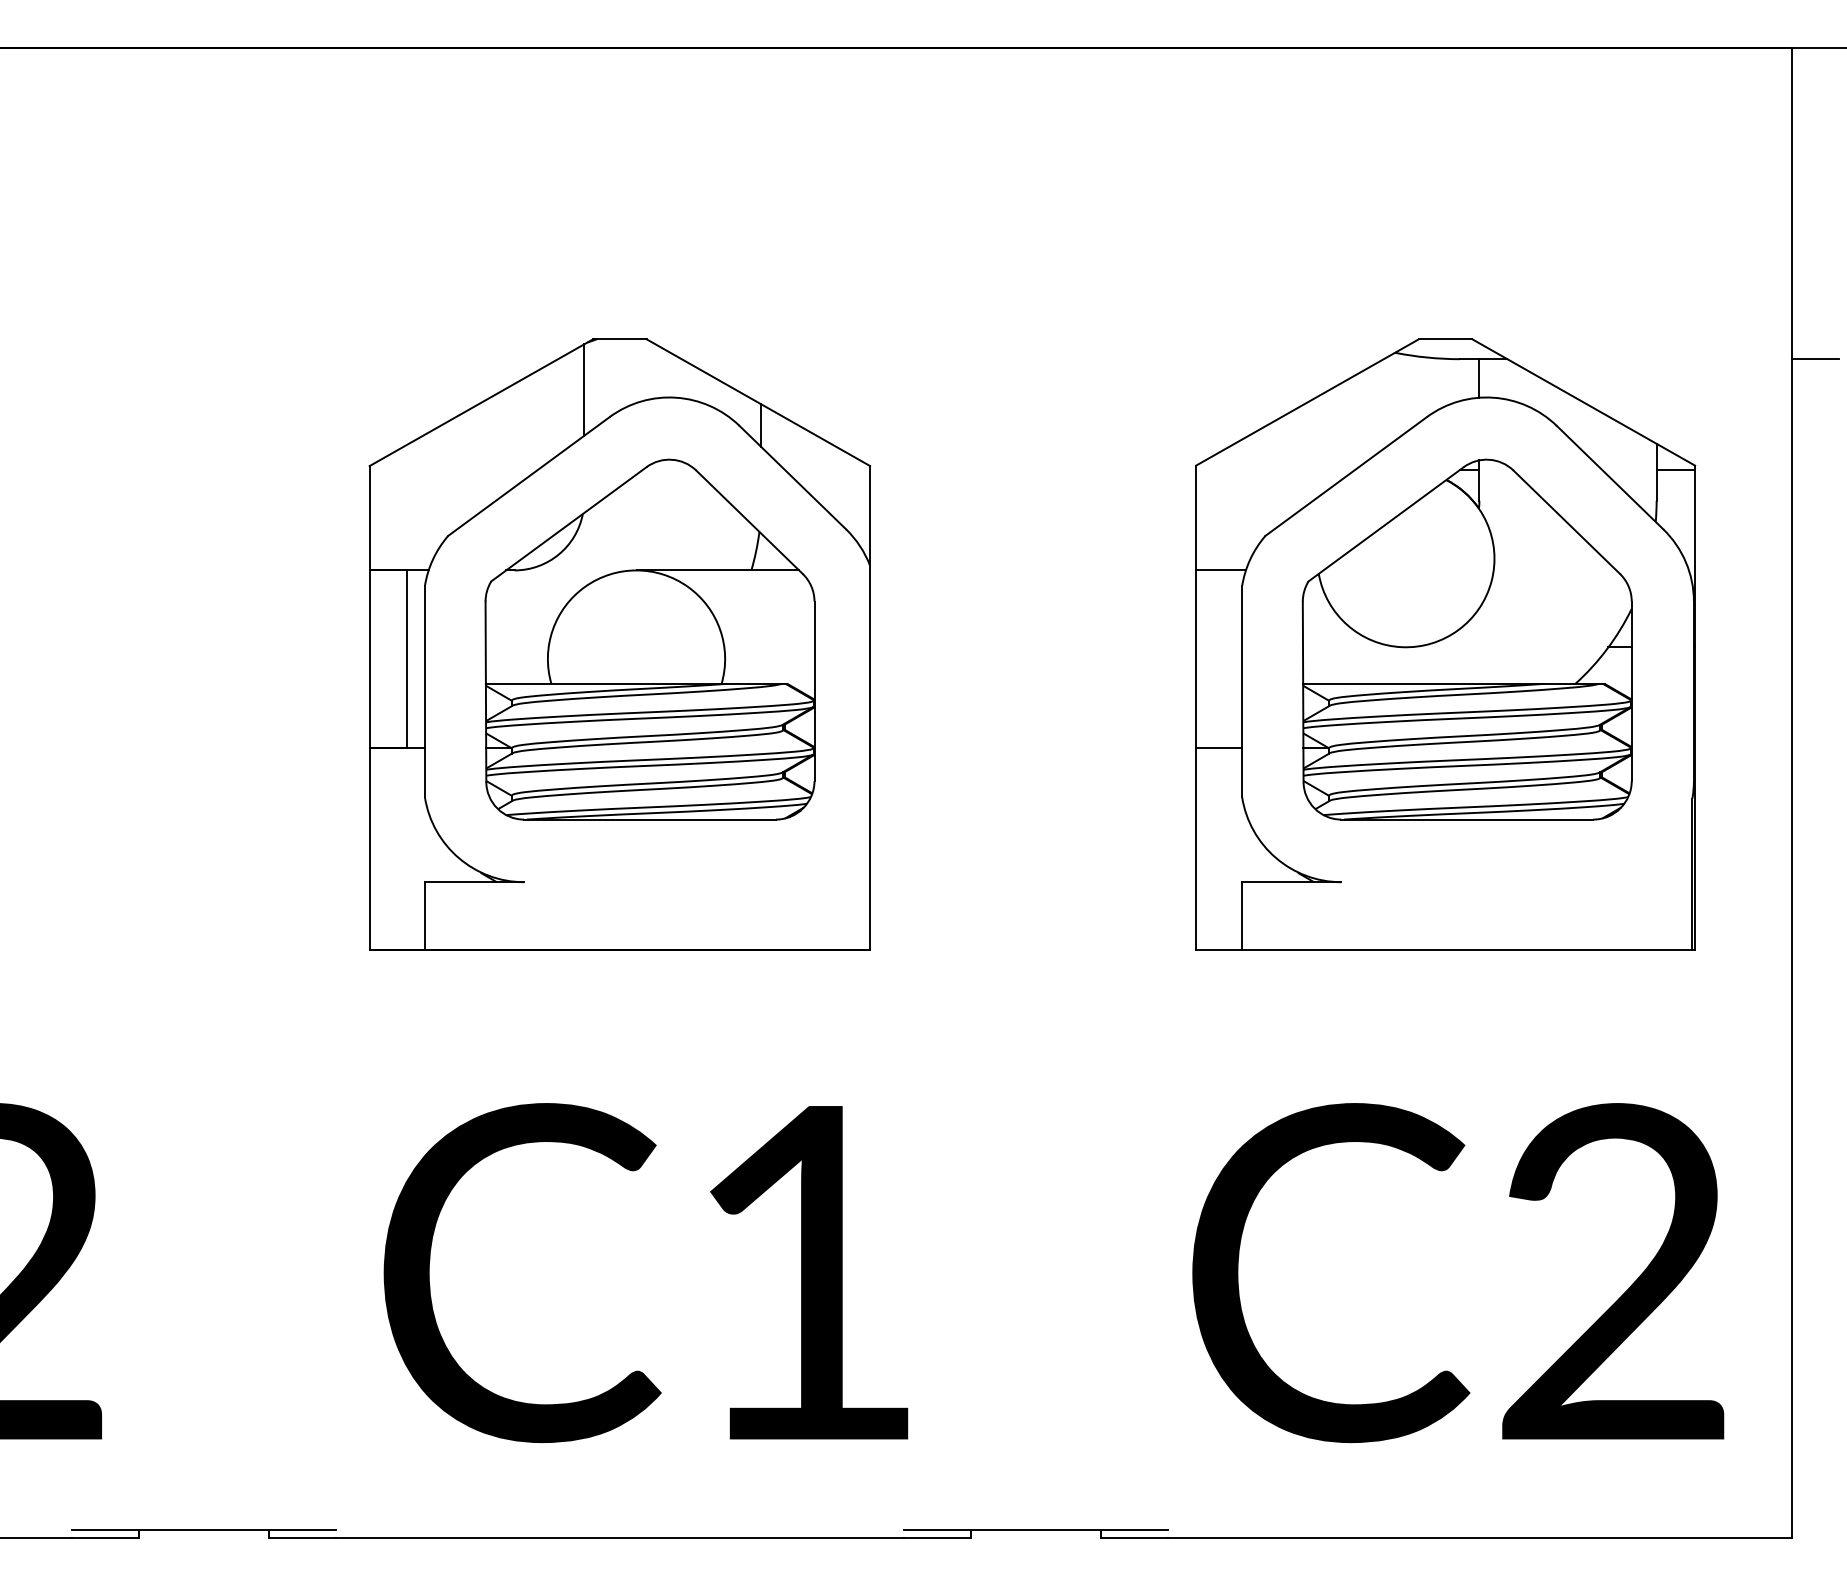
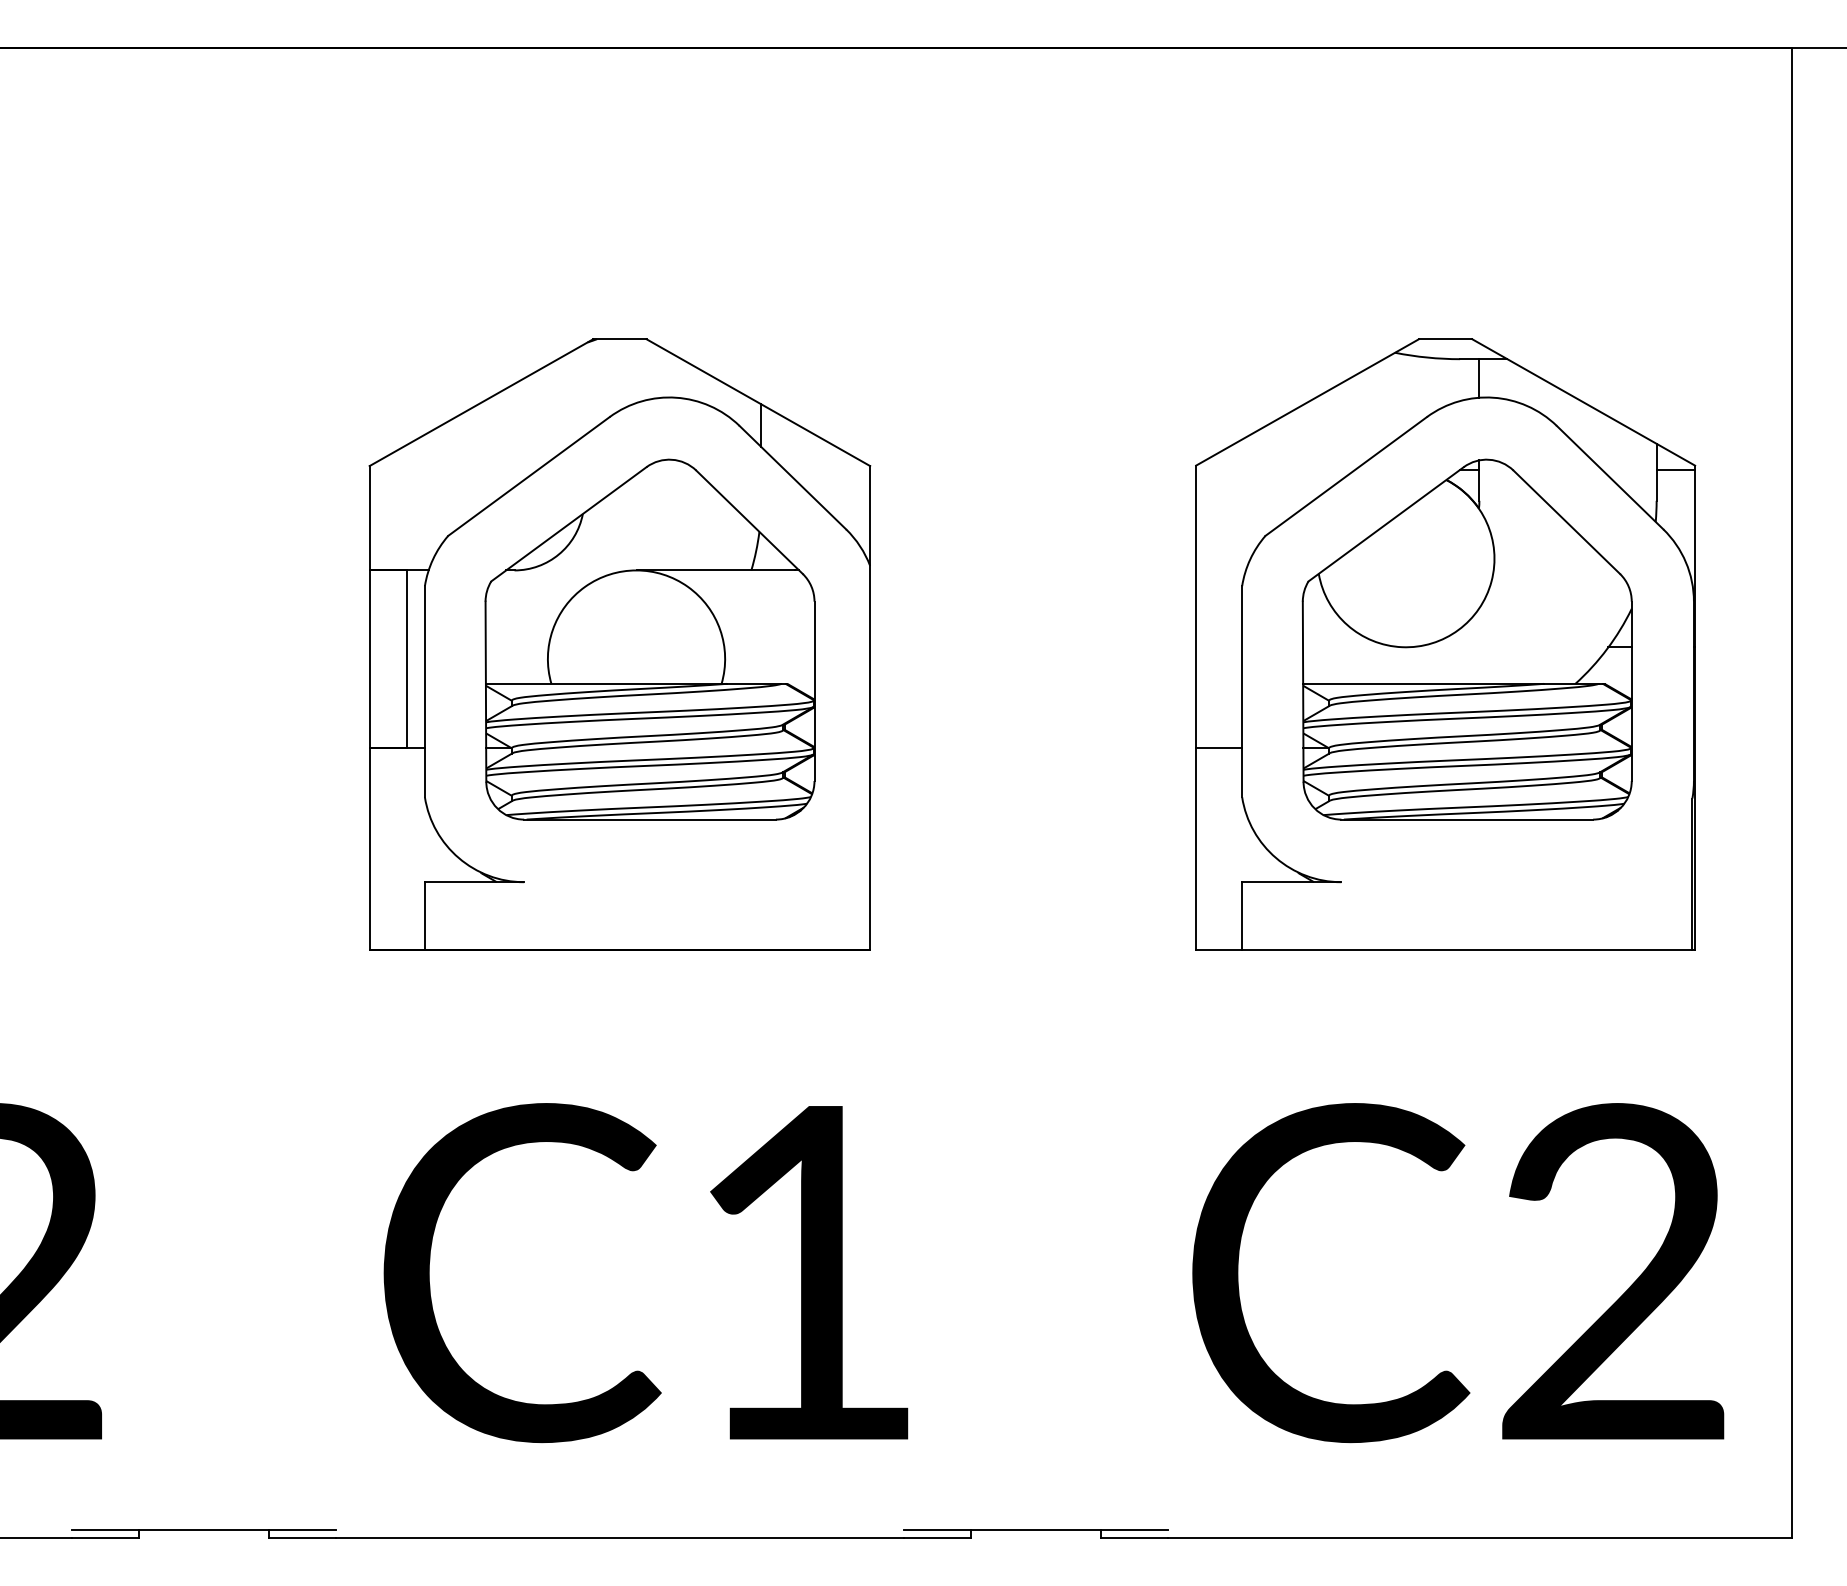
line at (1815, 359): present -> none
line at (584, 389): present -> none
line at (1220, 570): present -> none
